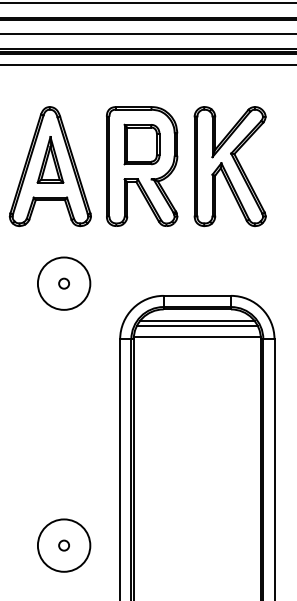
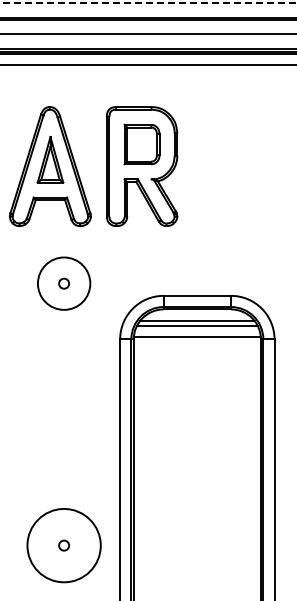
line at (148, 3): solid -> dashed
part at (229, 166): present -> none
circle at (63, 545) diameter: 52 px -> 73 px
